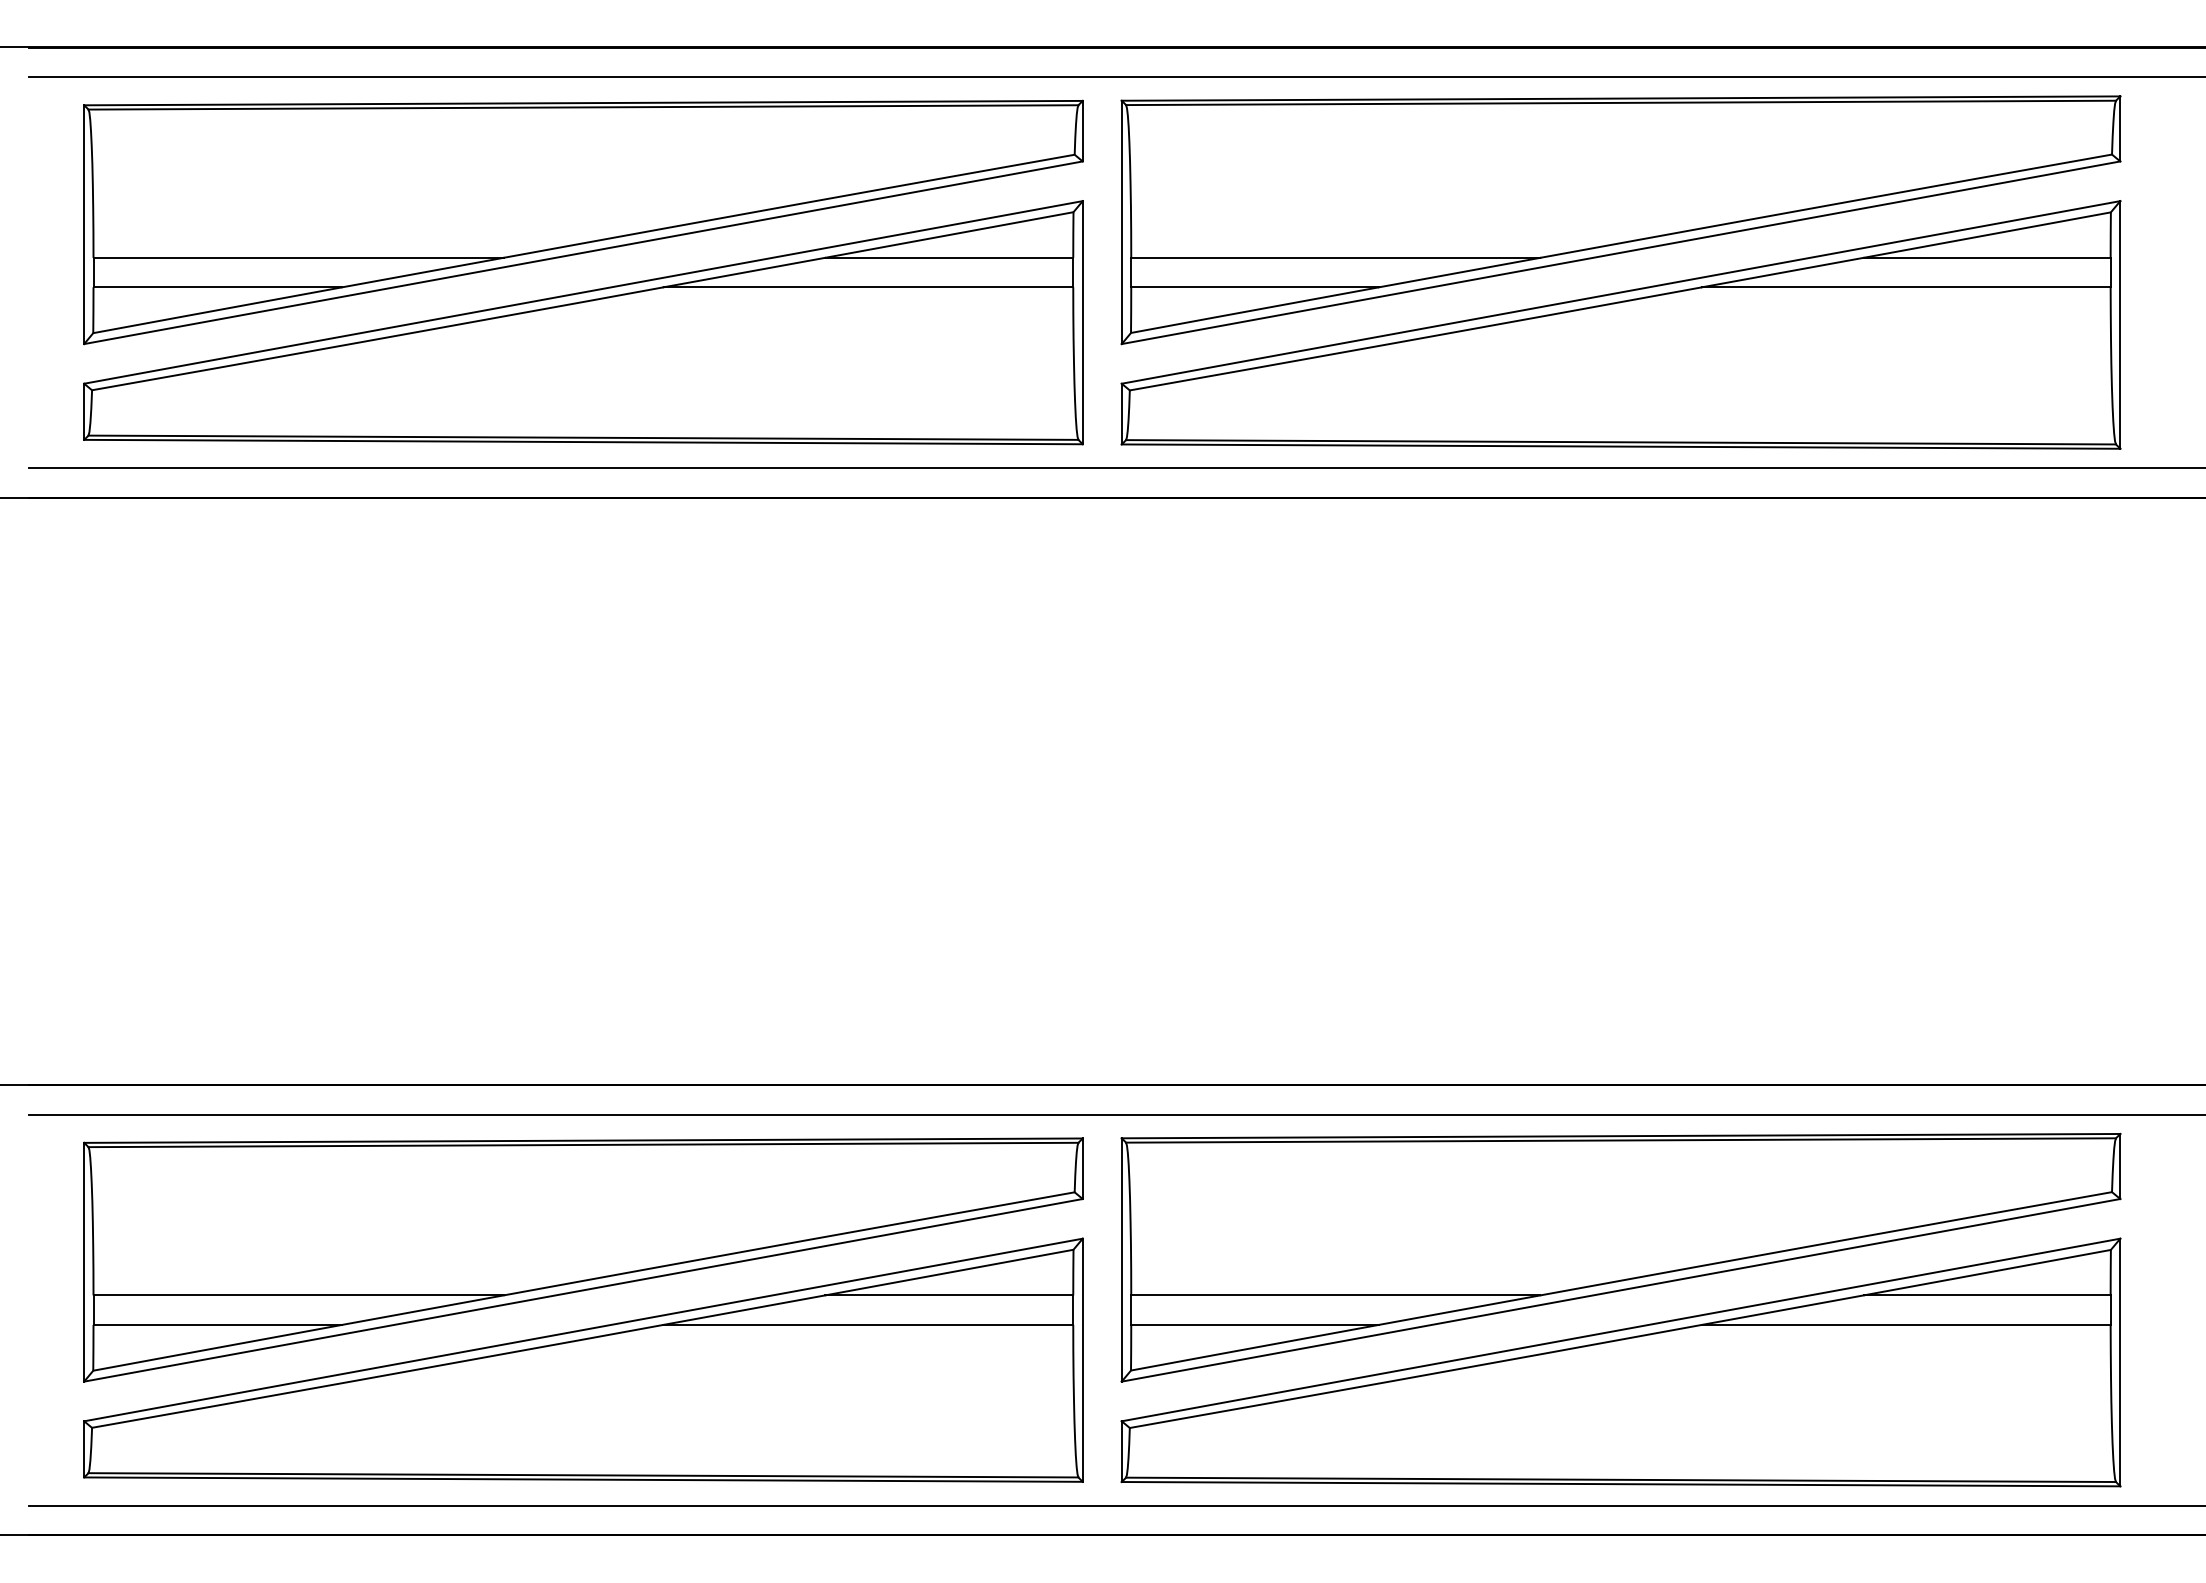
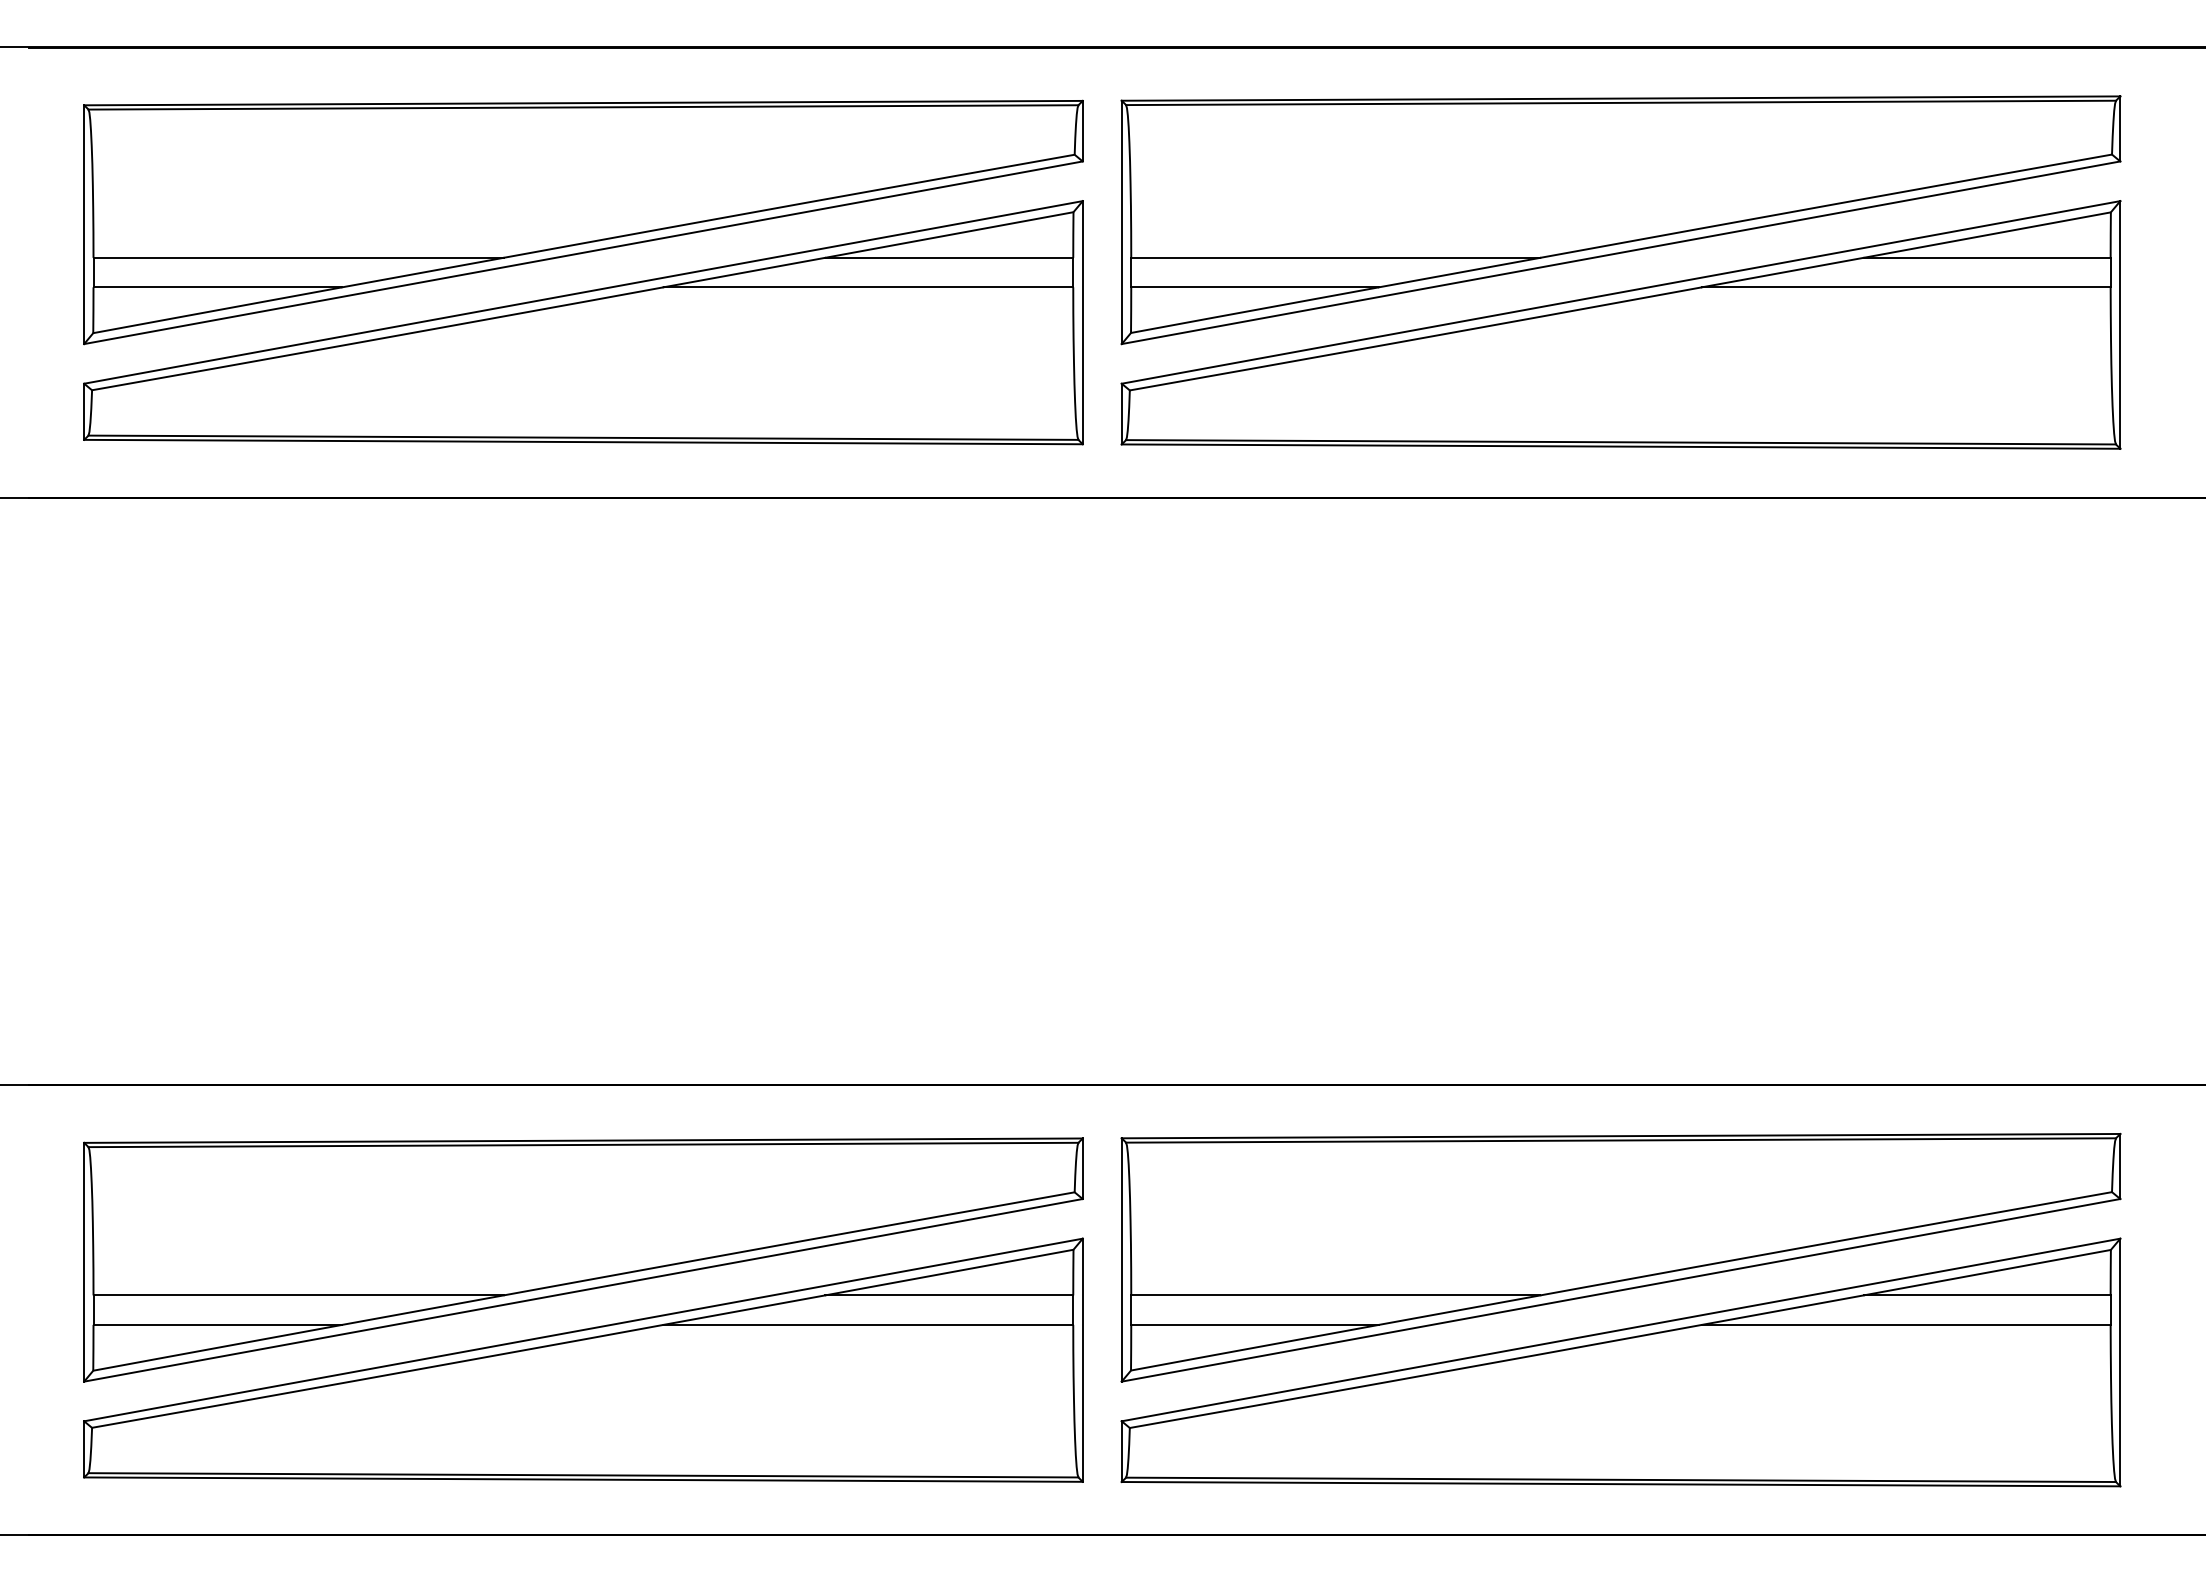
line at (1115, 77): present -> none
line at (1115, 468): present -> none
line at (1115, 1114): present -> none
line at (1115, 1505): present -> none
